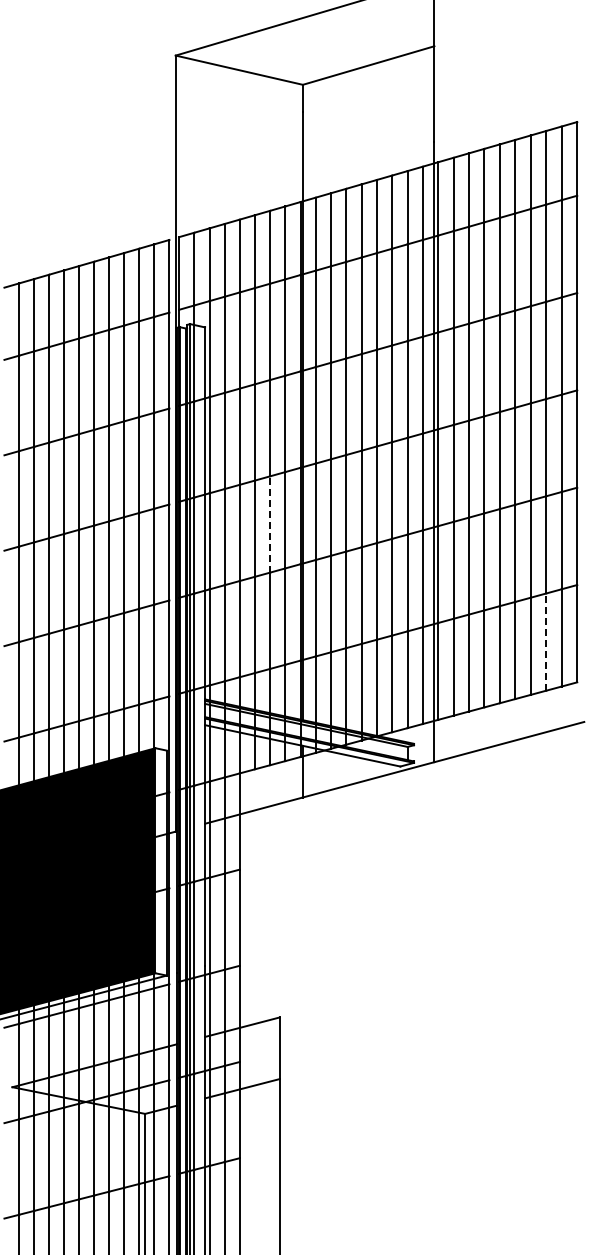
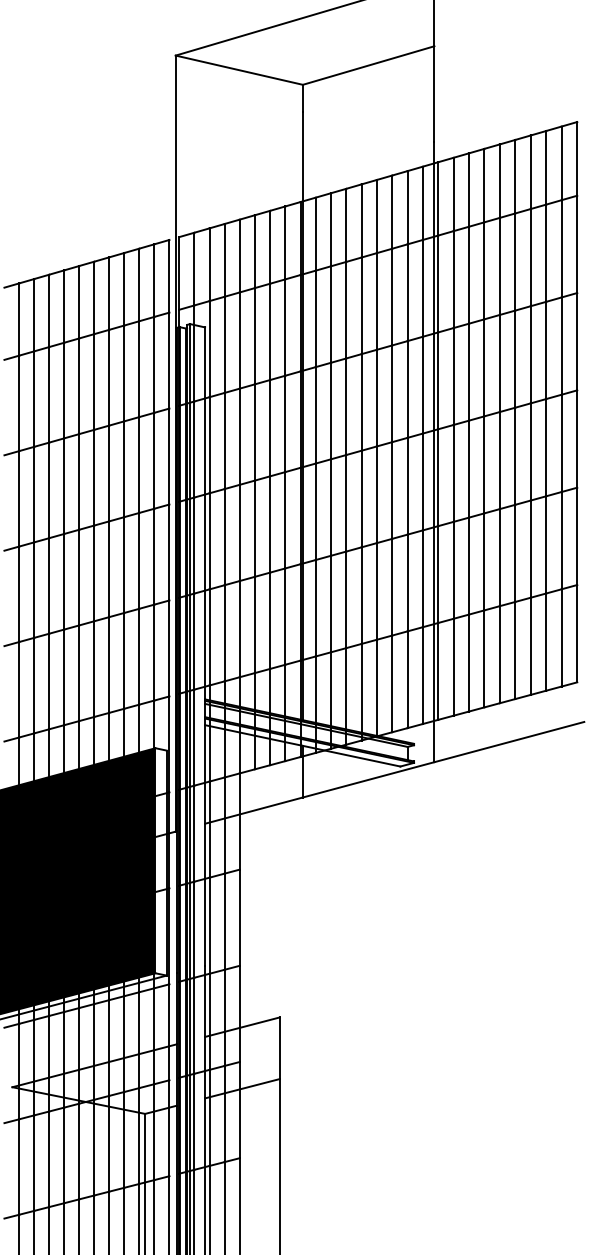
line at (270, 524): dashed -> solid
line at (546, 642): dashed -> solid
